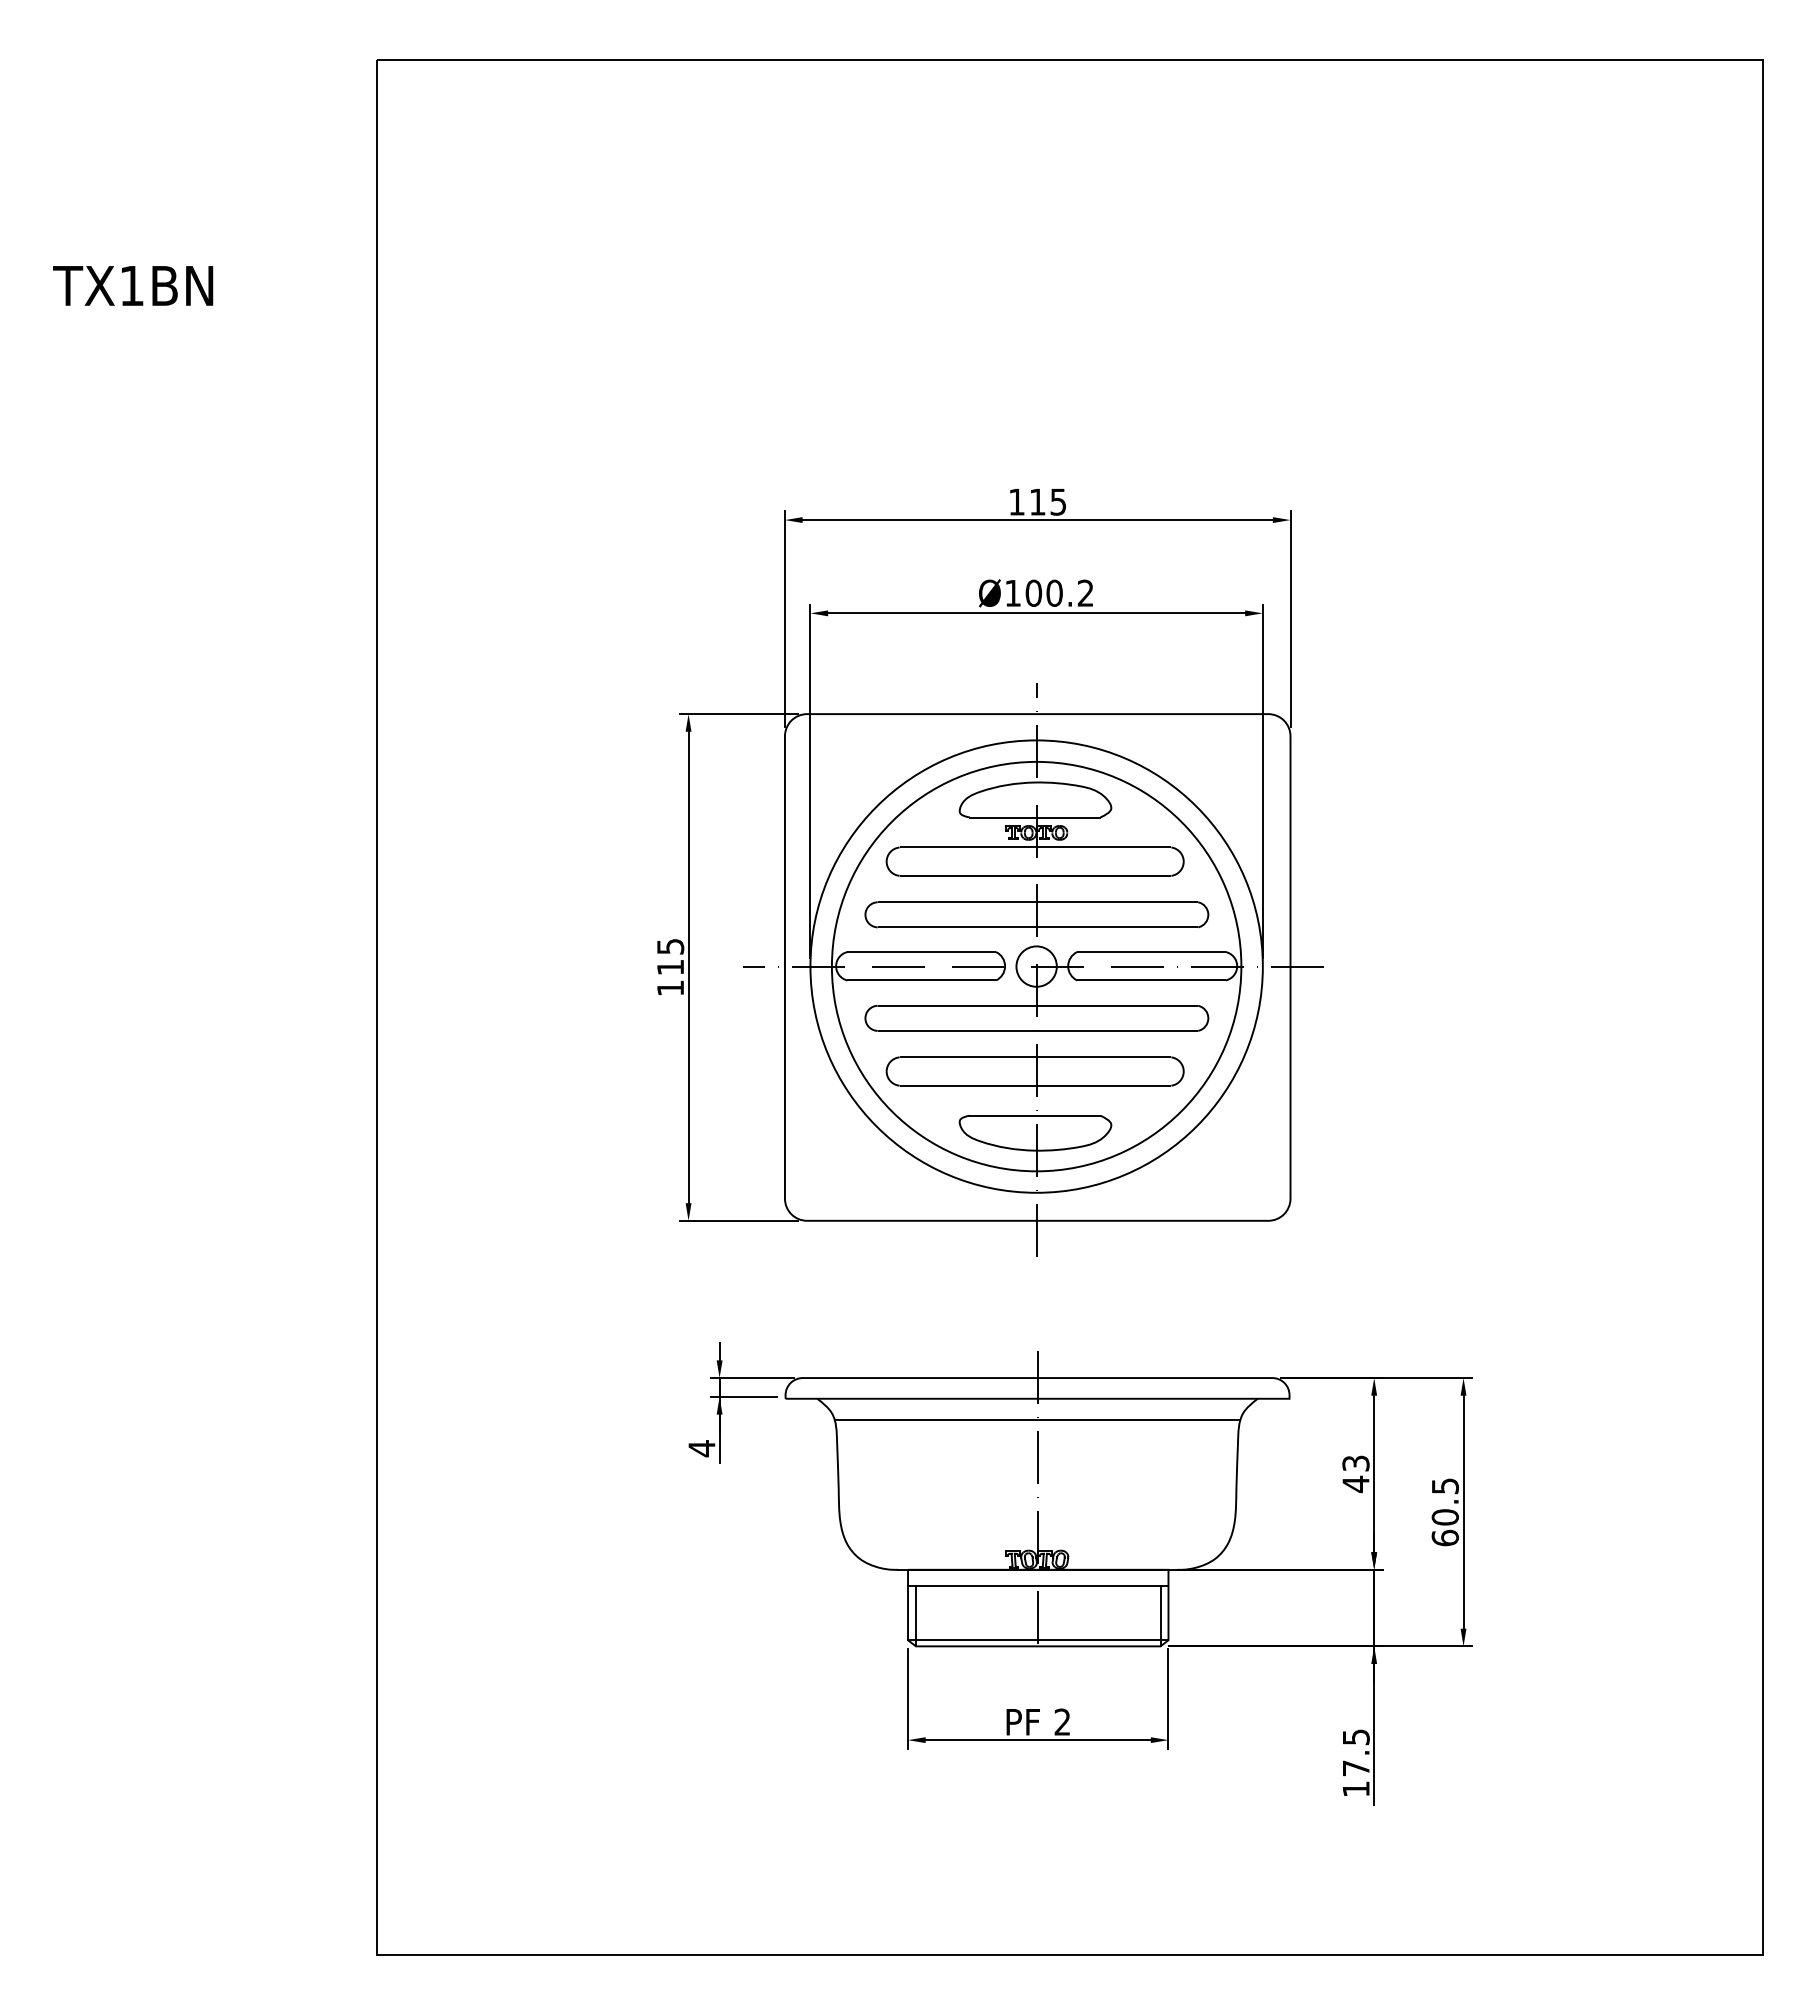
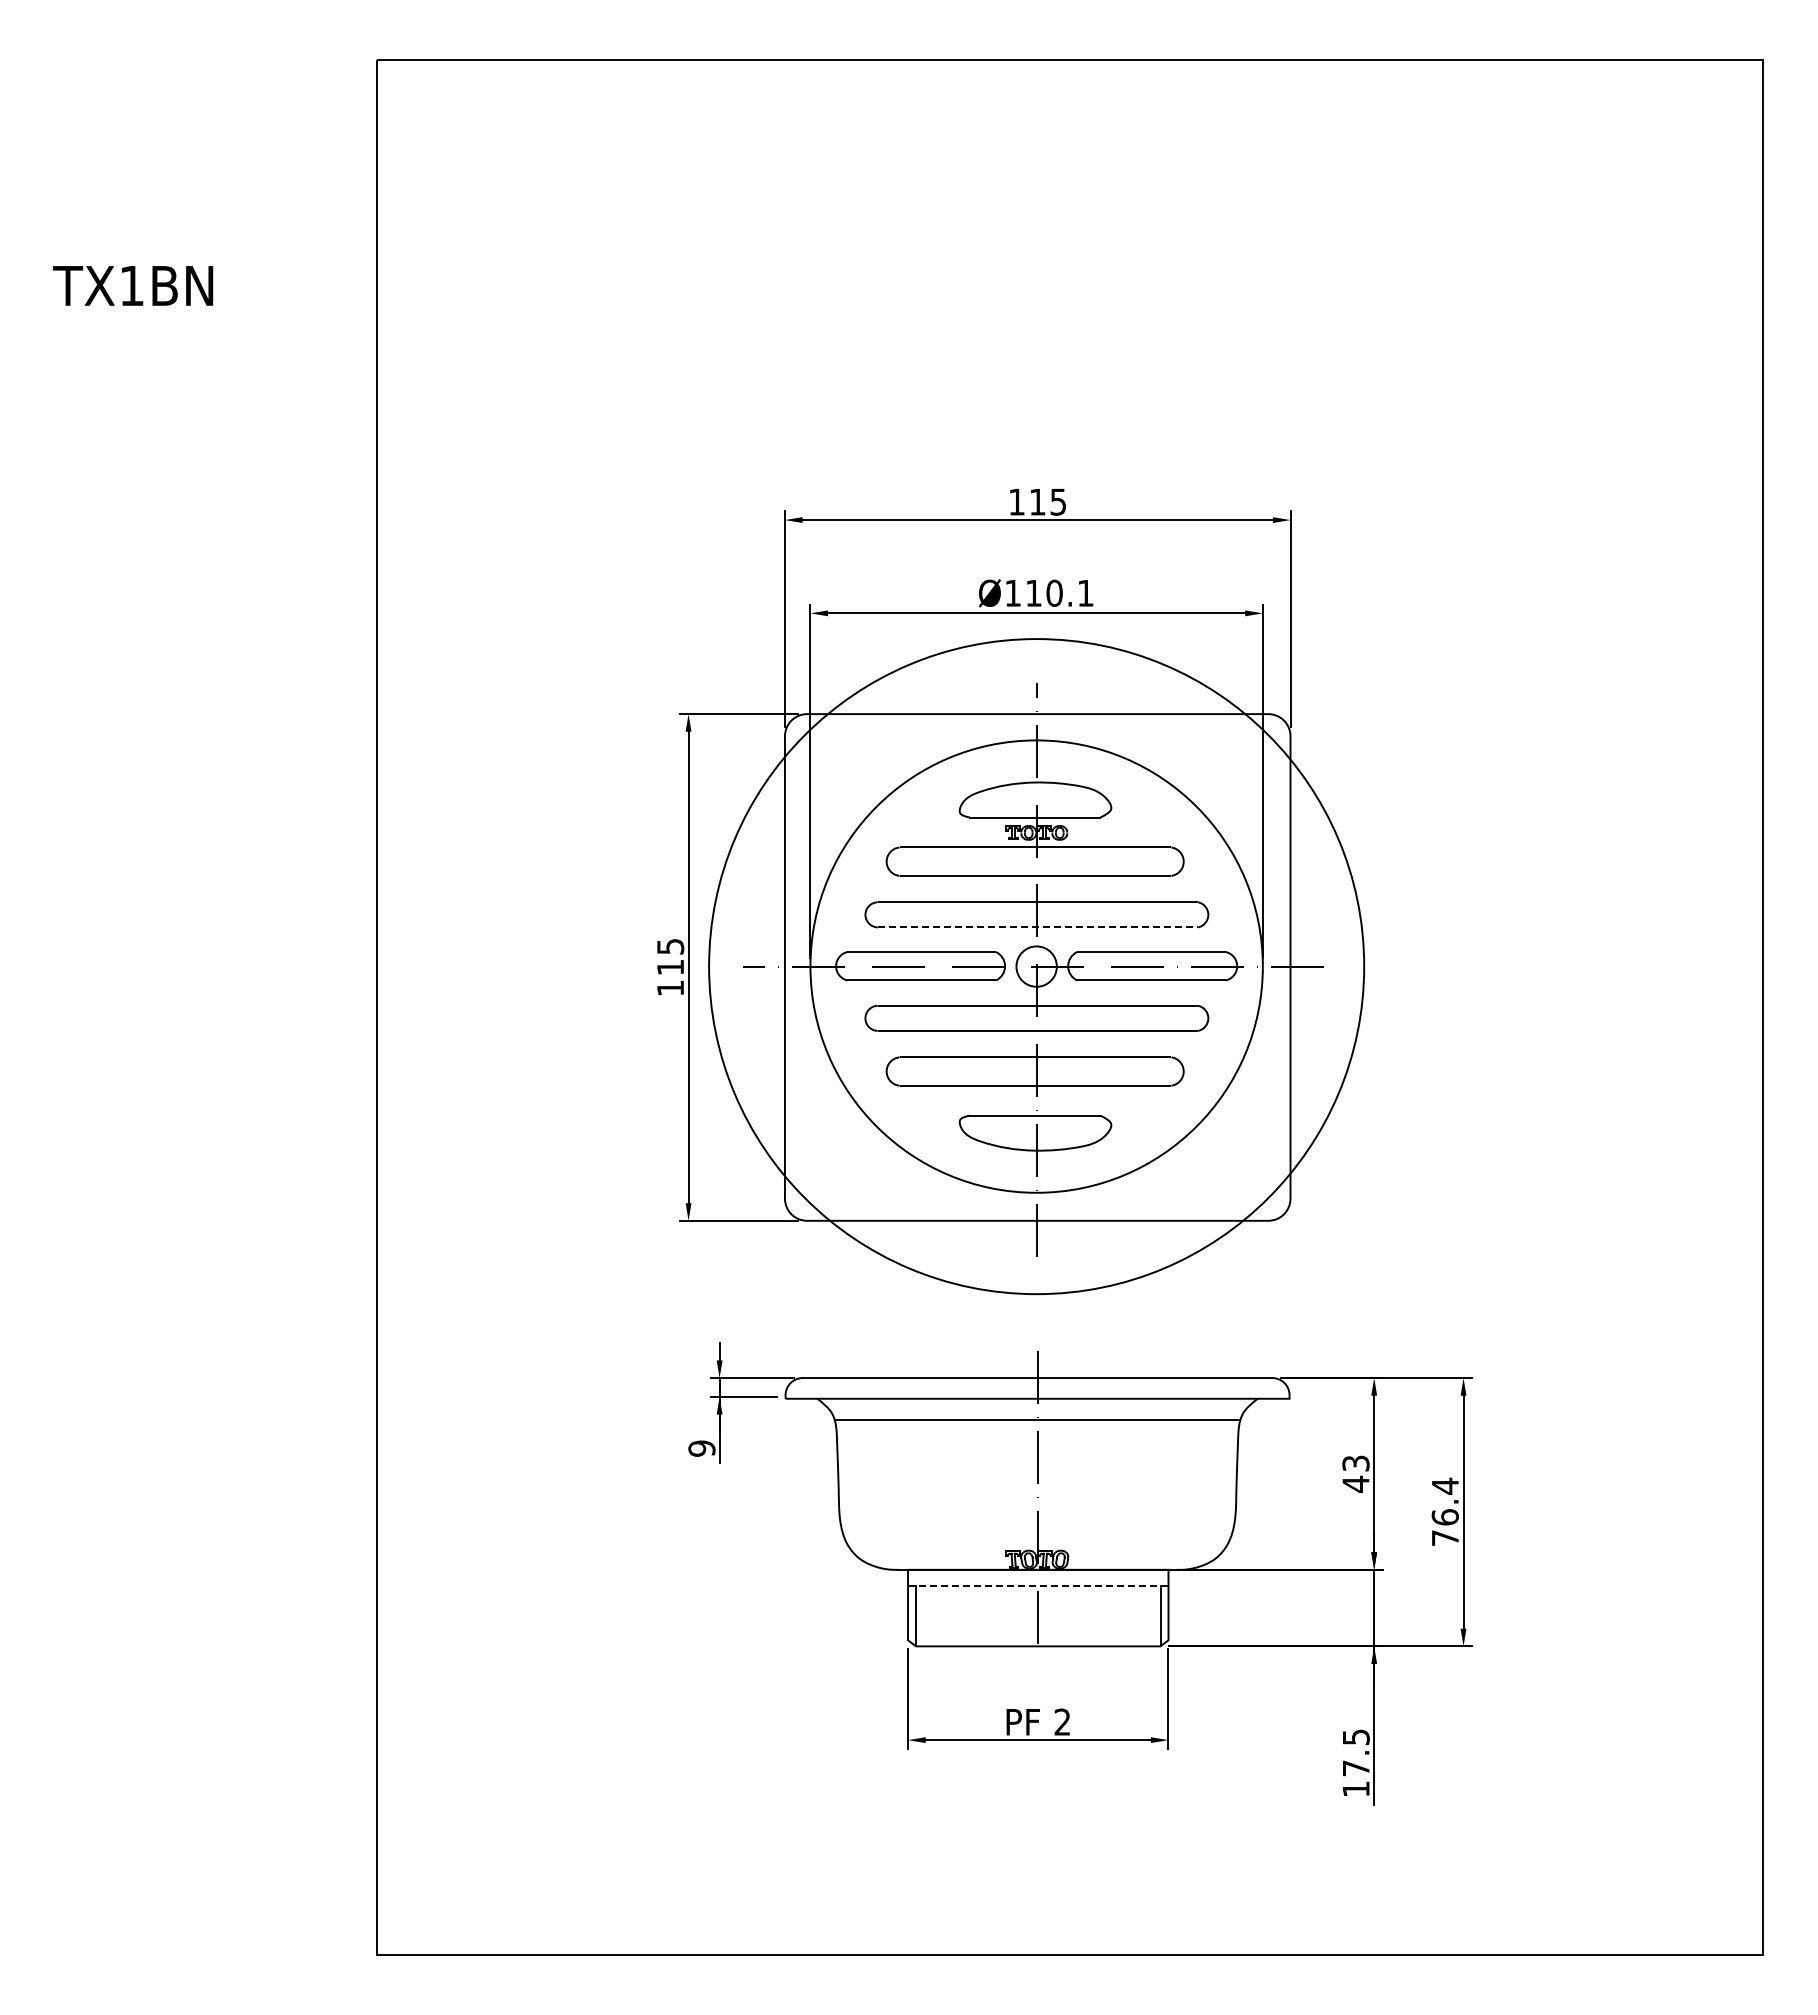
text at (1059, 592): Ø100.2 -> Ø110.1
line at (1038, 927): solid -> dashed
circle at (1036, 966) diameter: 409 px -> 655 px
text at (701, 1448): 4 -> 9
text at (1444, 1511): 60.5 -> 76.4
line at (1038, 1585): solid -> dashed
line at (1038, 1640): present -> none
